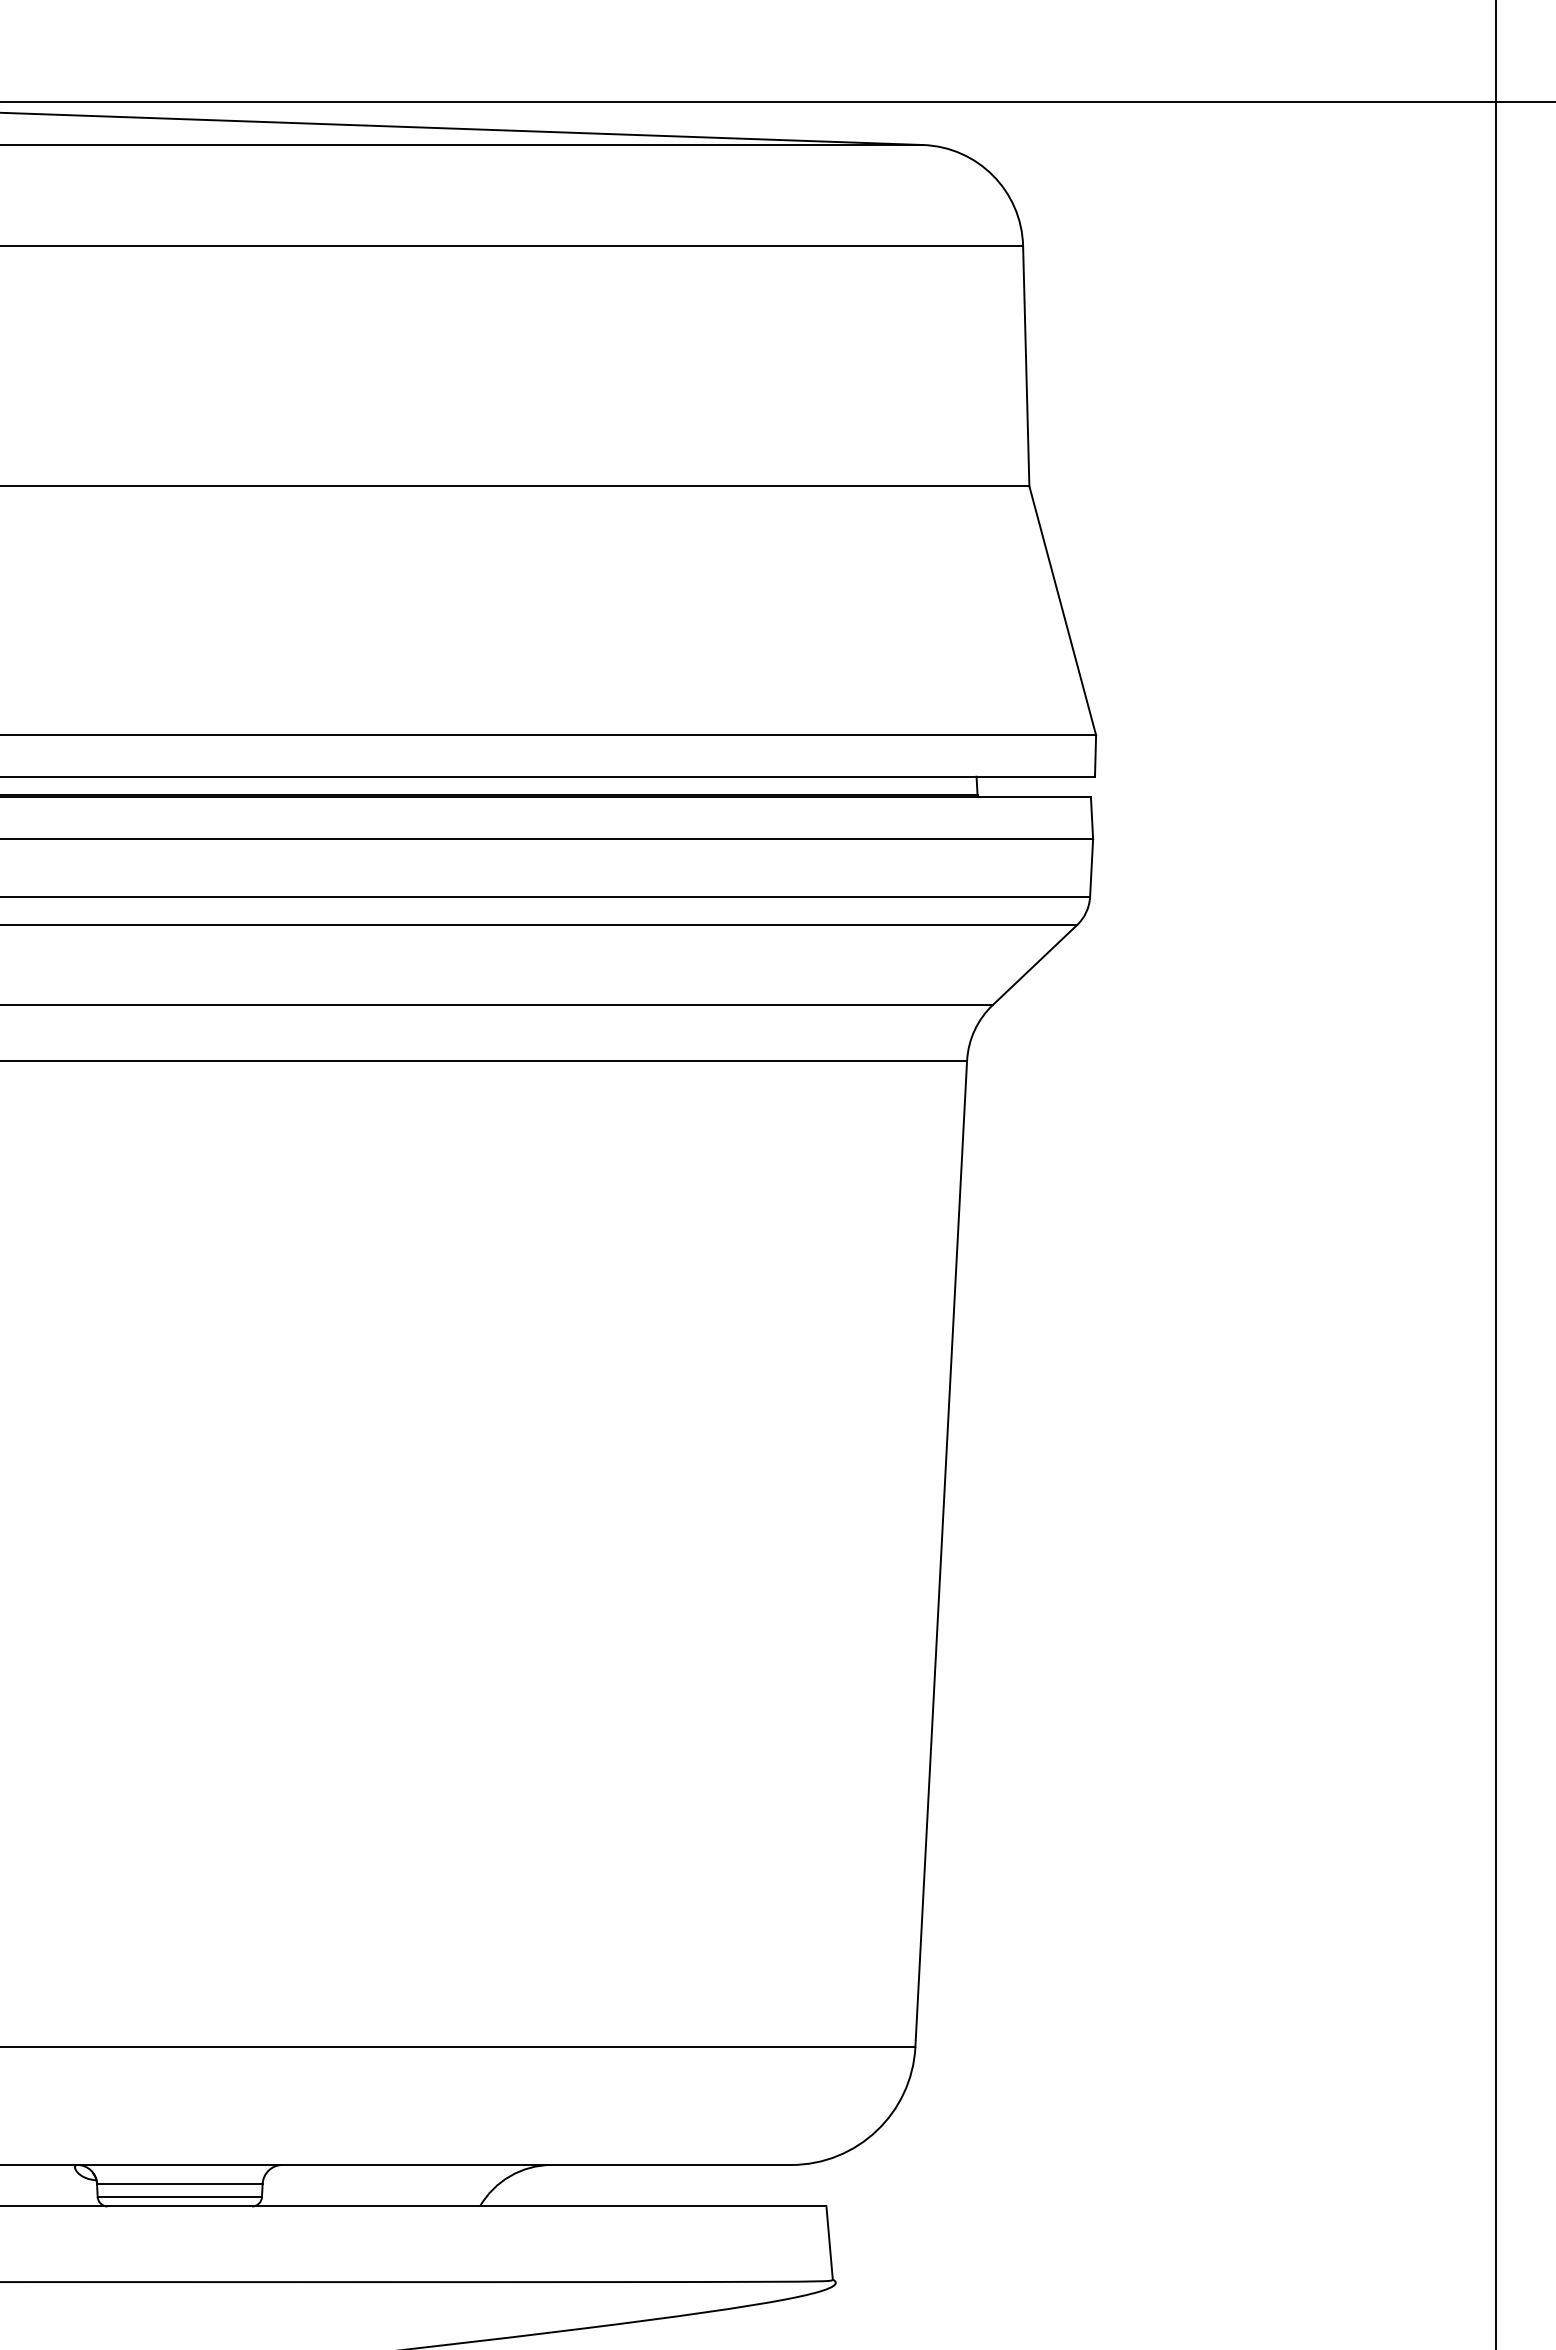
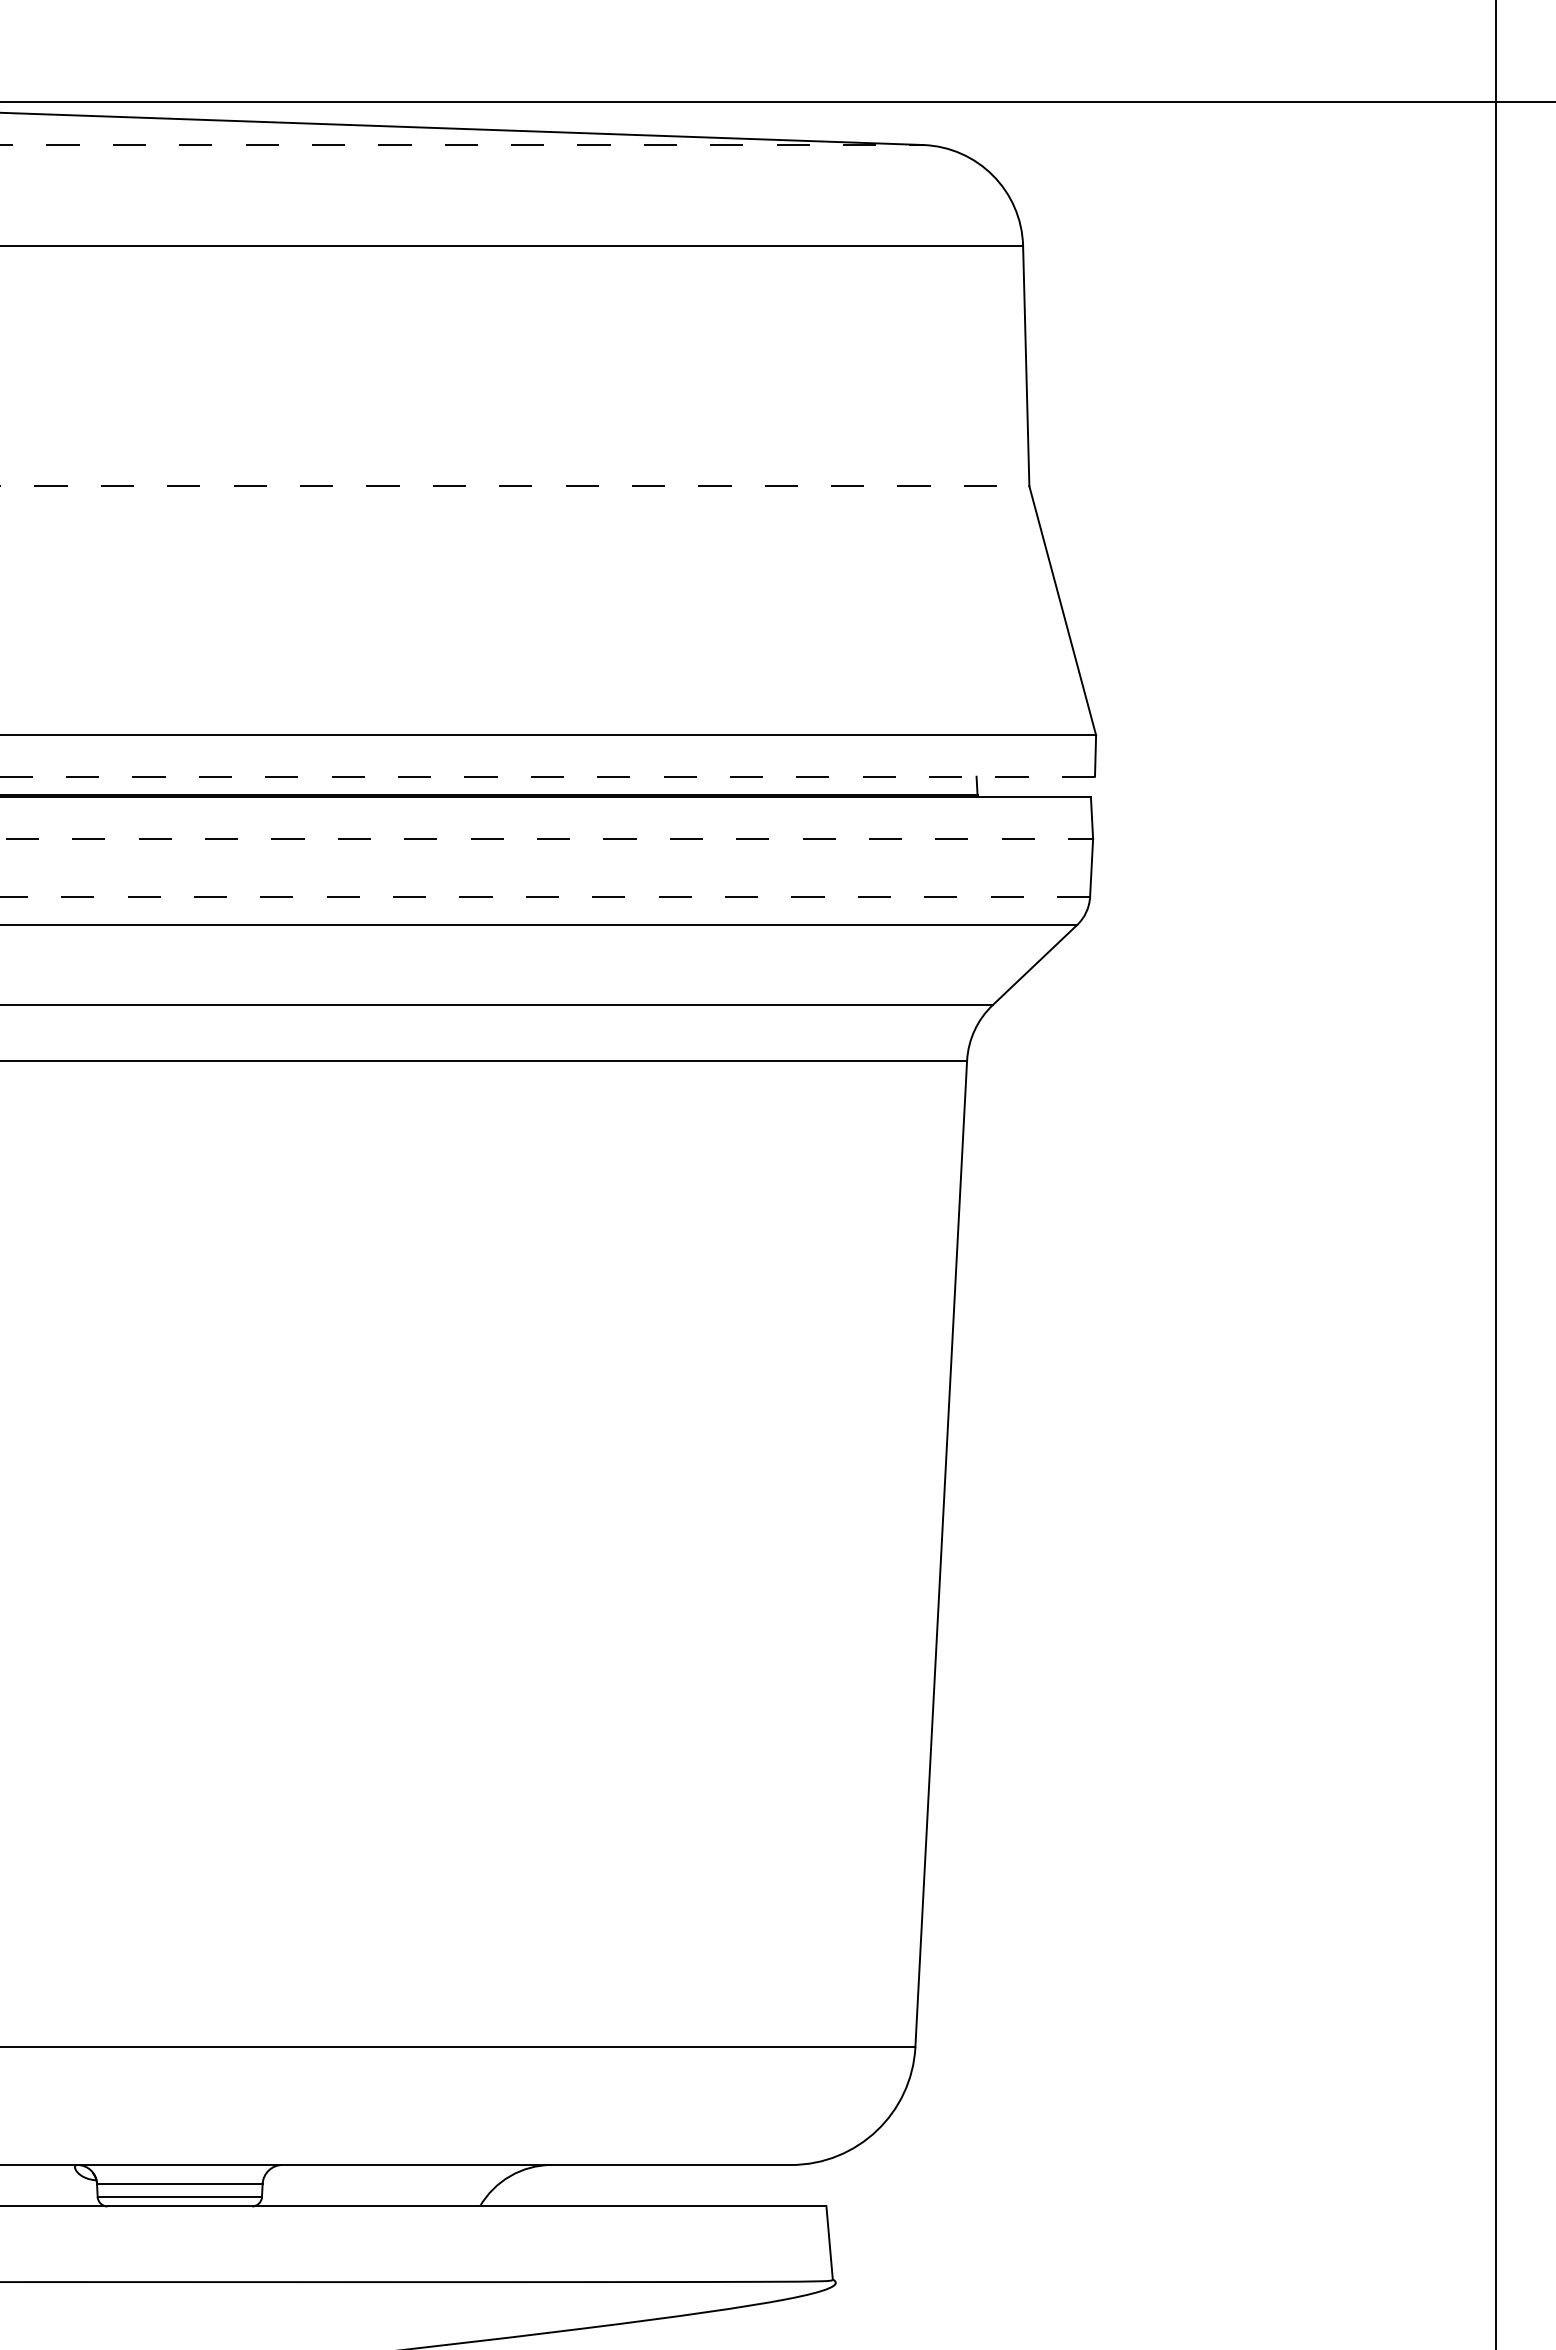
line at (462, 145): solid -> dashed
line at (515, 486): solid -> dashed
line at (547, 776): solid -> dashed
line at (547, 838): solid -> dashed
line at (545, 897): solid -> dashed
